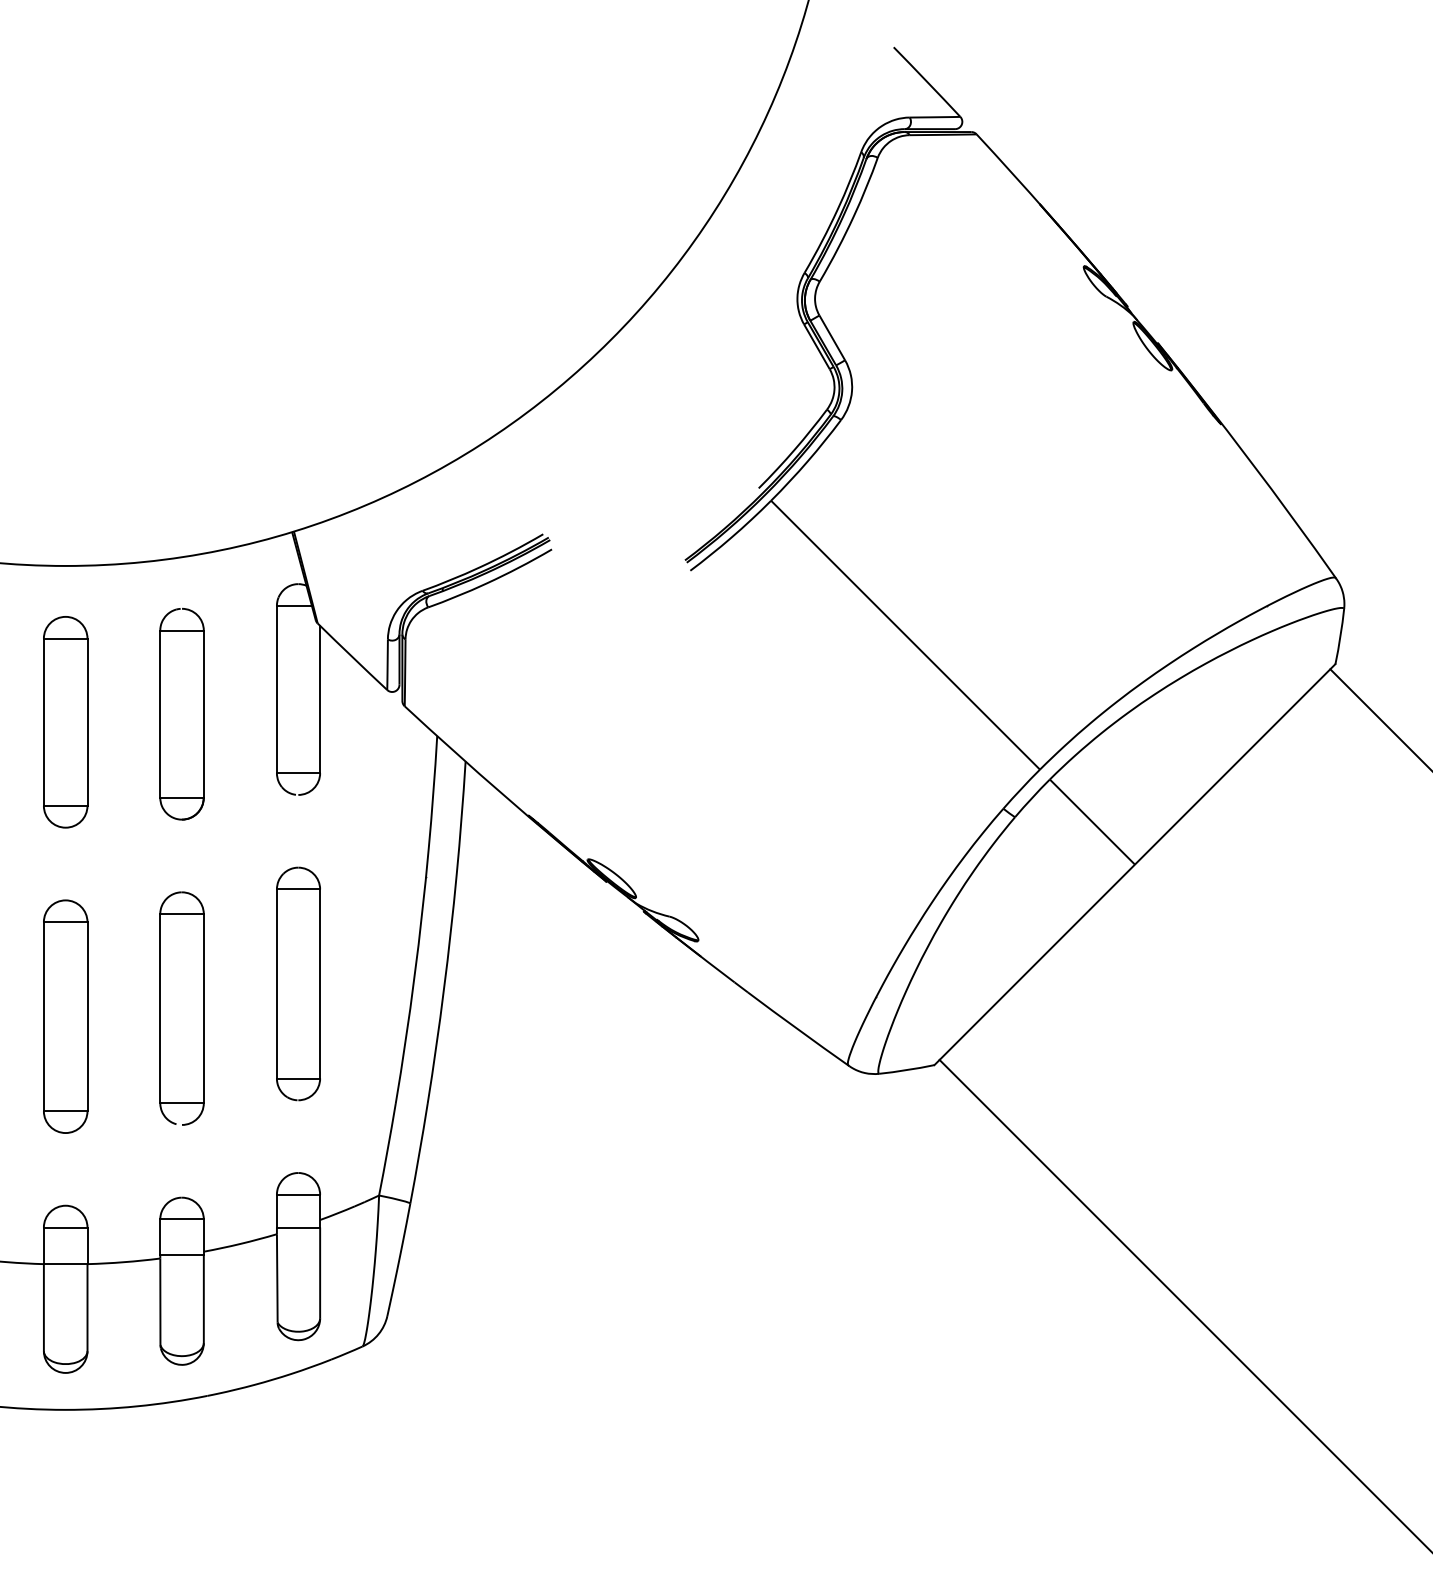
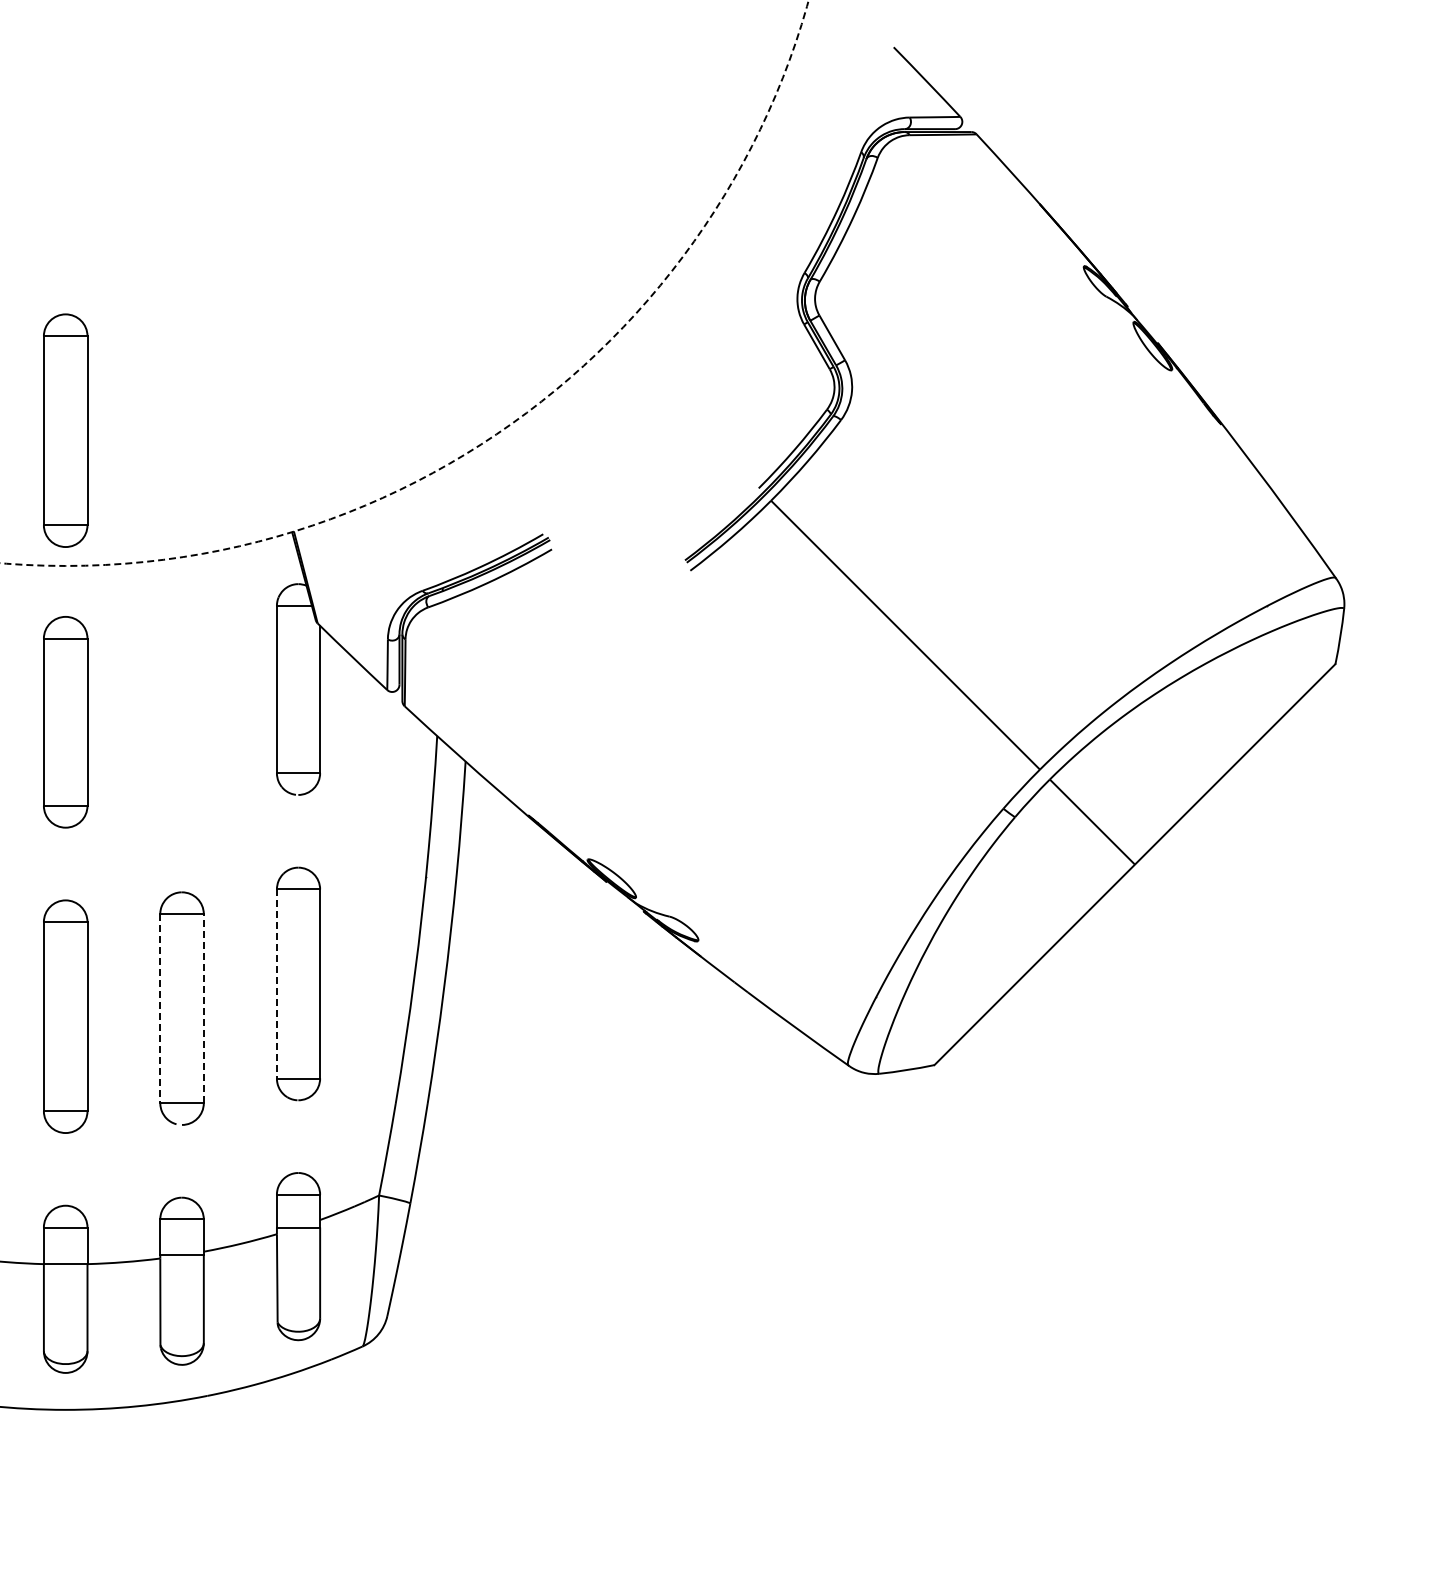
circle at (404, 282): solid -> dashed
part at (65, 430): none -> present
part at (181, 713): present -> none
line at (1379, 718): present -> none
line at (276, 983): solid -> dashed
line at (160, 1008): solid -> dashed
line at (203, 1008): solid -> dashed
line at (1184, 1304): present -> none
